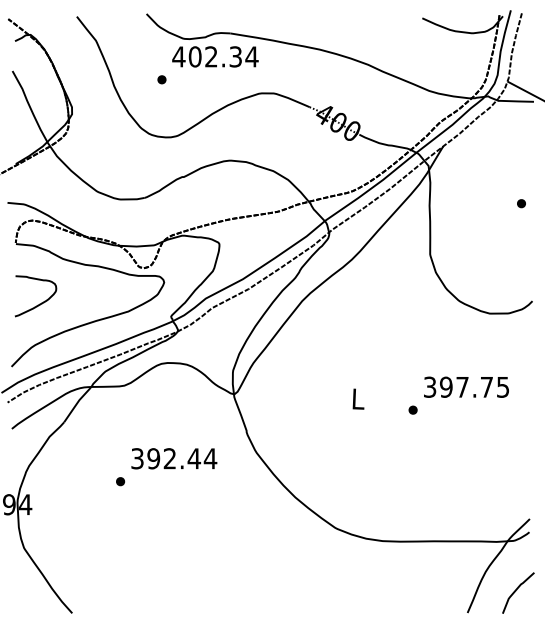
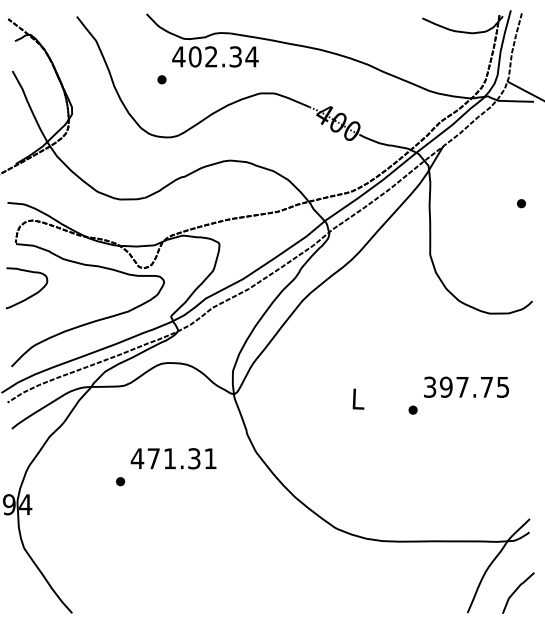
curve at (39, 303) position: (39, 303) -> (30, 295)
text at (173, 458): 392.44 -> 471.31
